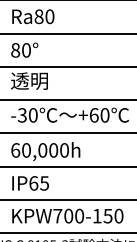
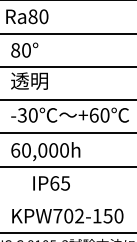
text at (33, 16) position: (33, 16) -> (27, 16)
text at (30, 183) position: (30, 183) -> (51, 183)
line at (67, 199): present -> none
text at (79, 215): KPW700-150 -> KPW702-150
